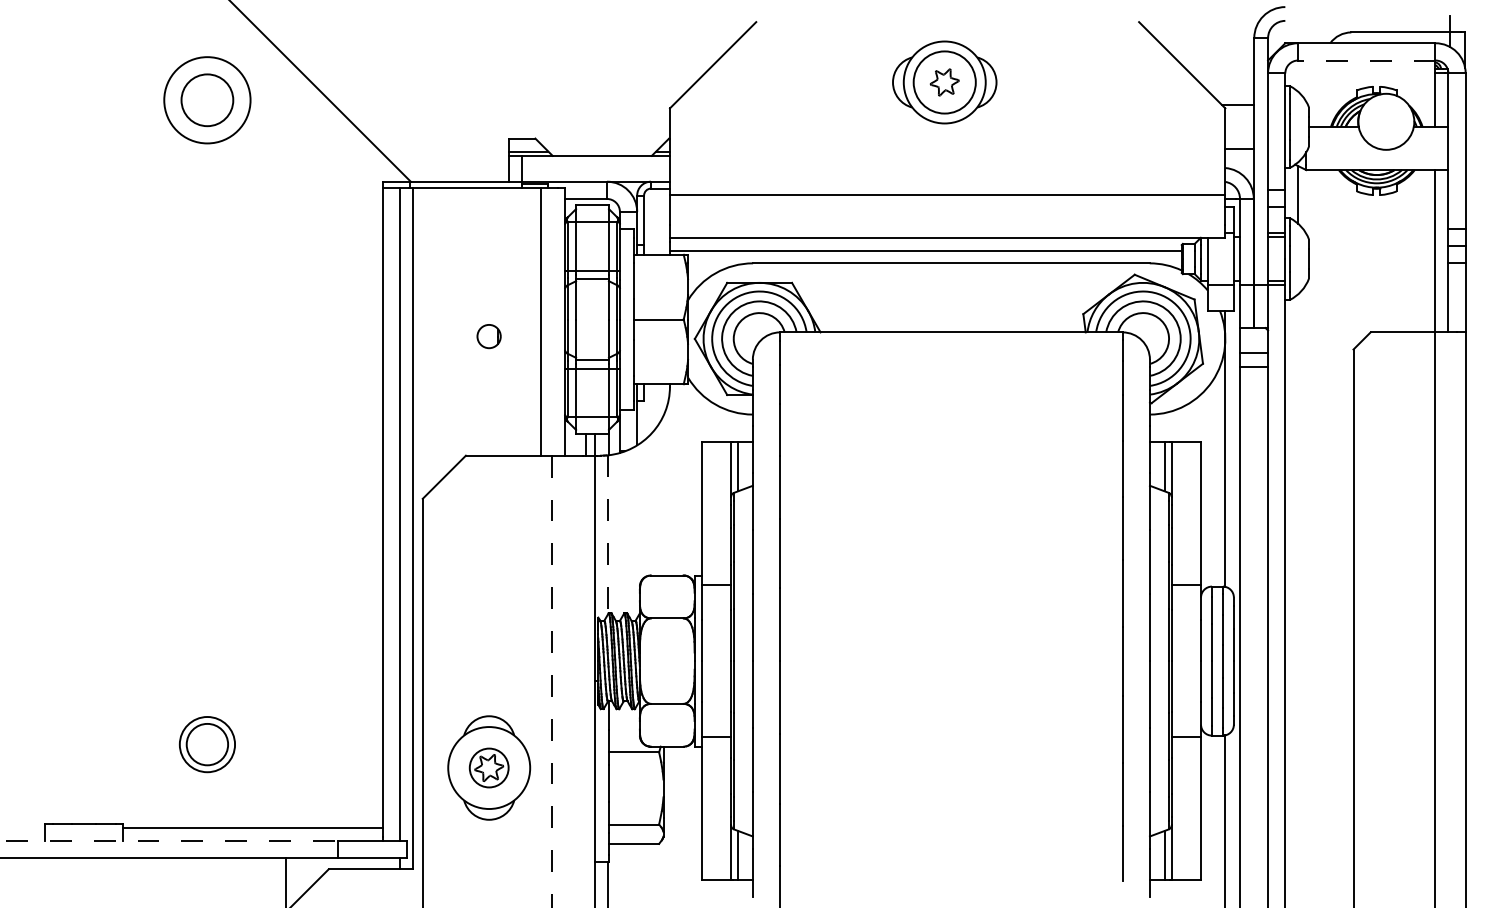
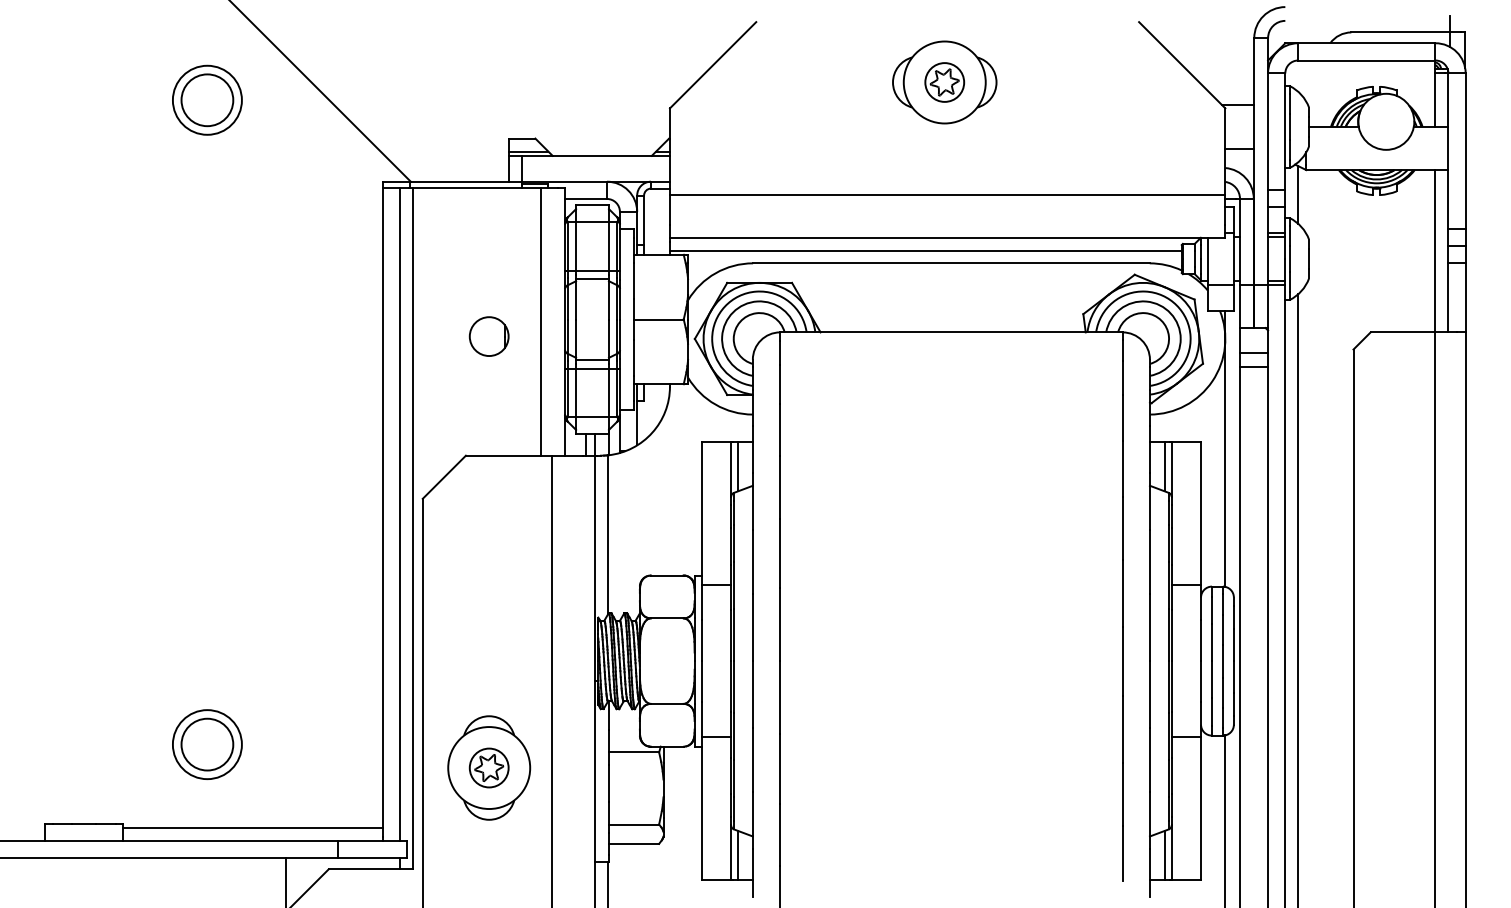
line at (1366, 60): dashed -> solid
circle at (944, 82) diameter: 62 px -> 39 px
circle at (207, 100) diameter: 86 px -> 69 px
part at (488, 336) size: 26x26 px -> 42x41 px
line at (608, 535): dashed -> solid
line at (1298, 599): none -> present
line at (552, 682): dashed -> solid
part at (206, 744) size: 58x58 px -> 71x71 px
line at (169, 840): dashed -> solid
